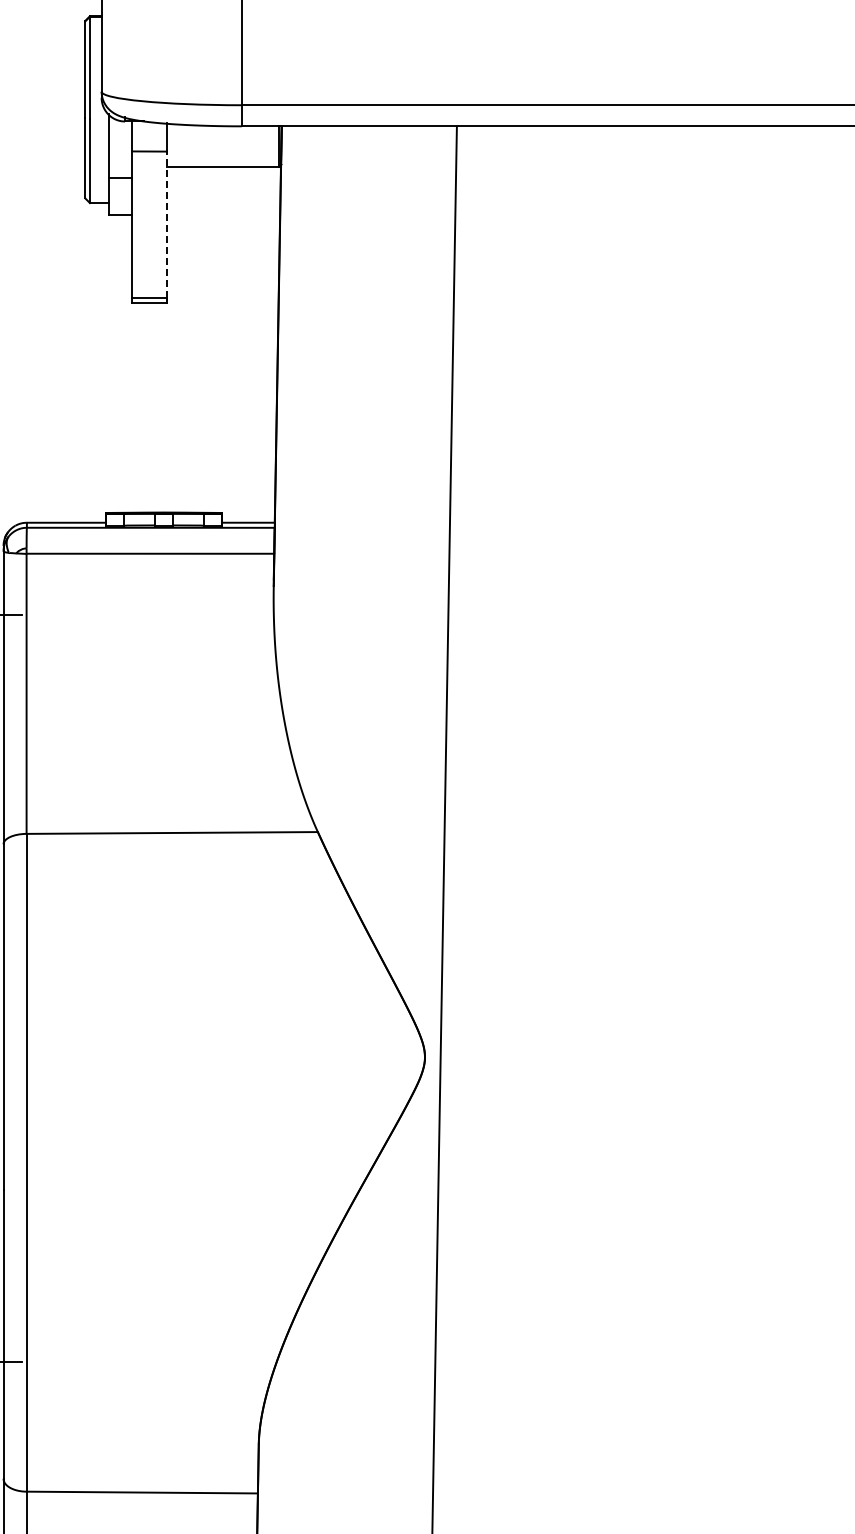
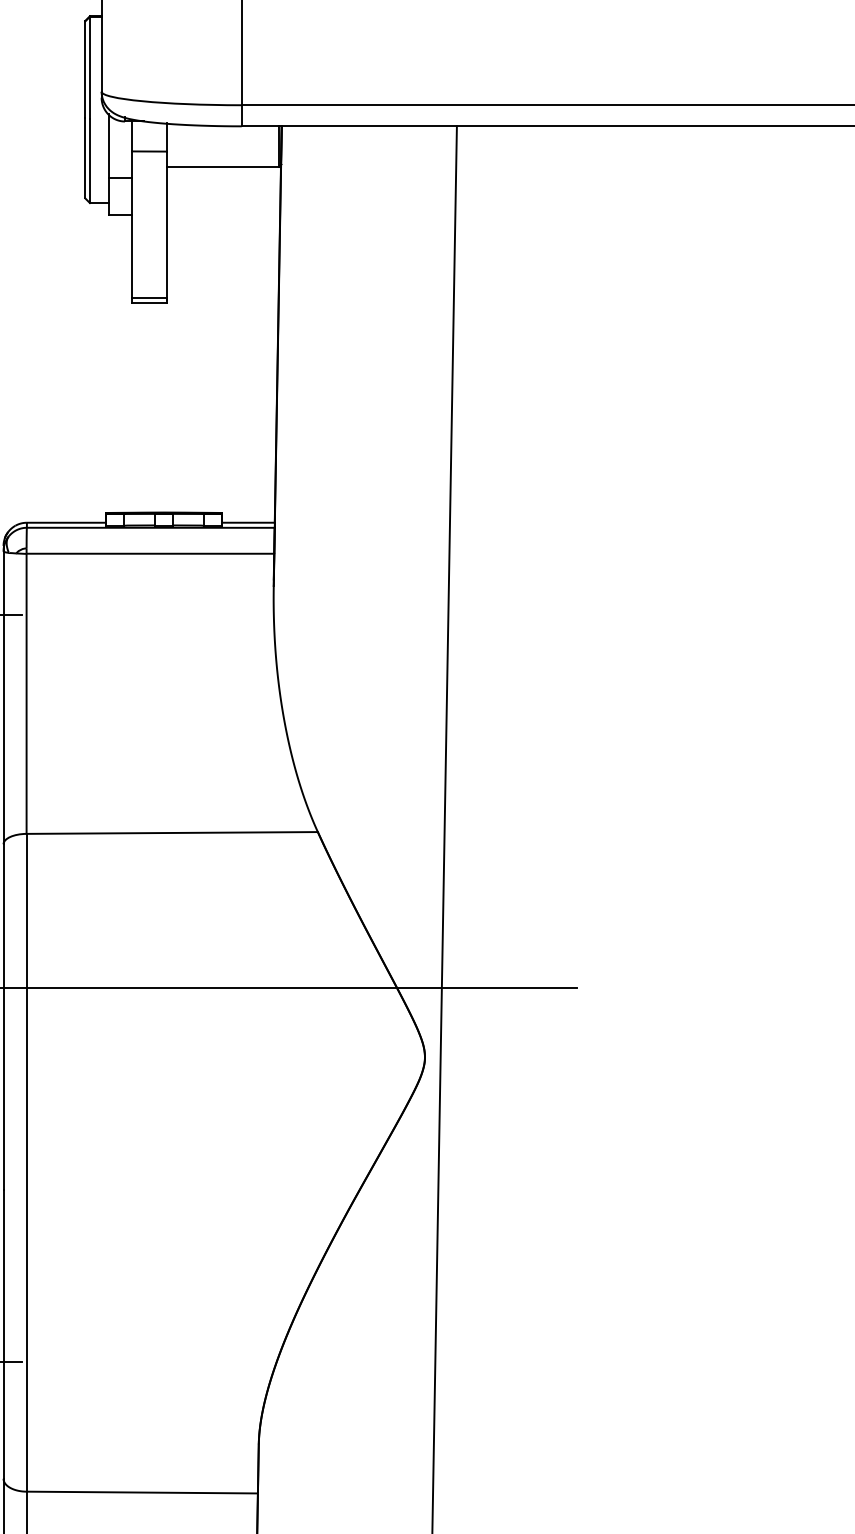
line at (167, 224): dashed -> solid
line at (289, 988): none -> present
